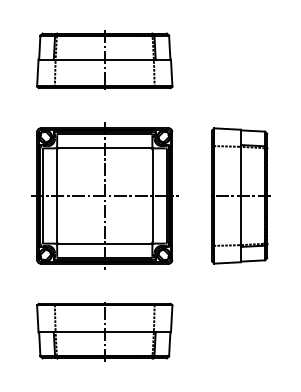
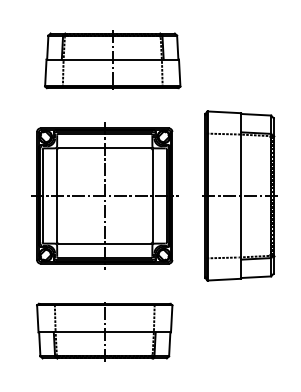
part at (104, 59) position: (104, 59) -> (112, 59)
part at (240, 195) size: 60x138 px -> 76x172 px
